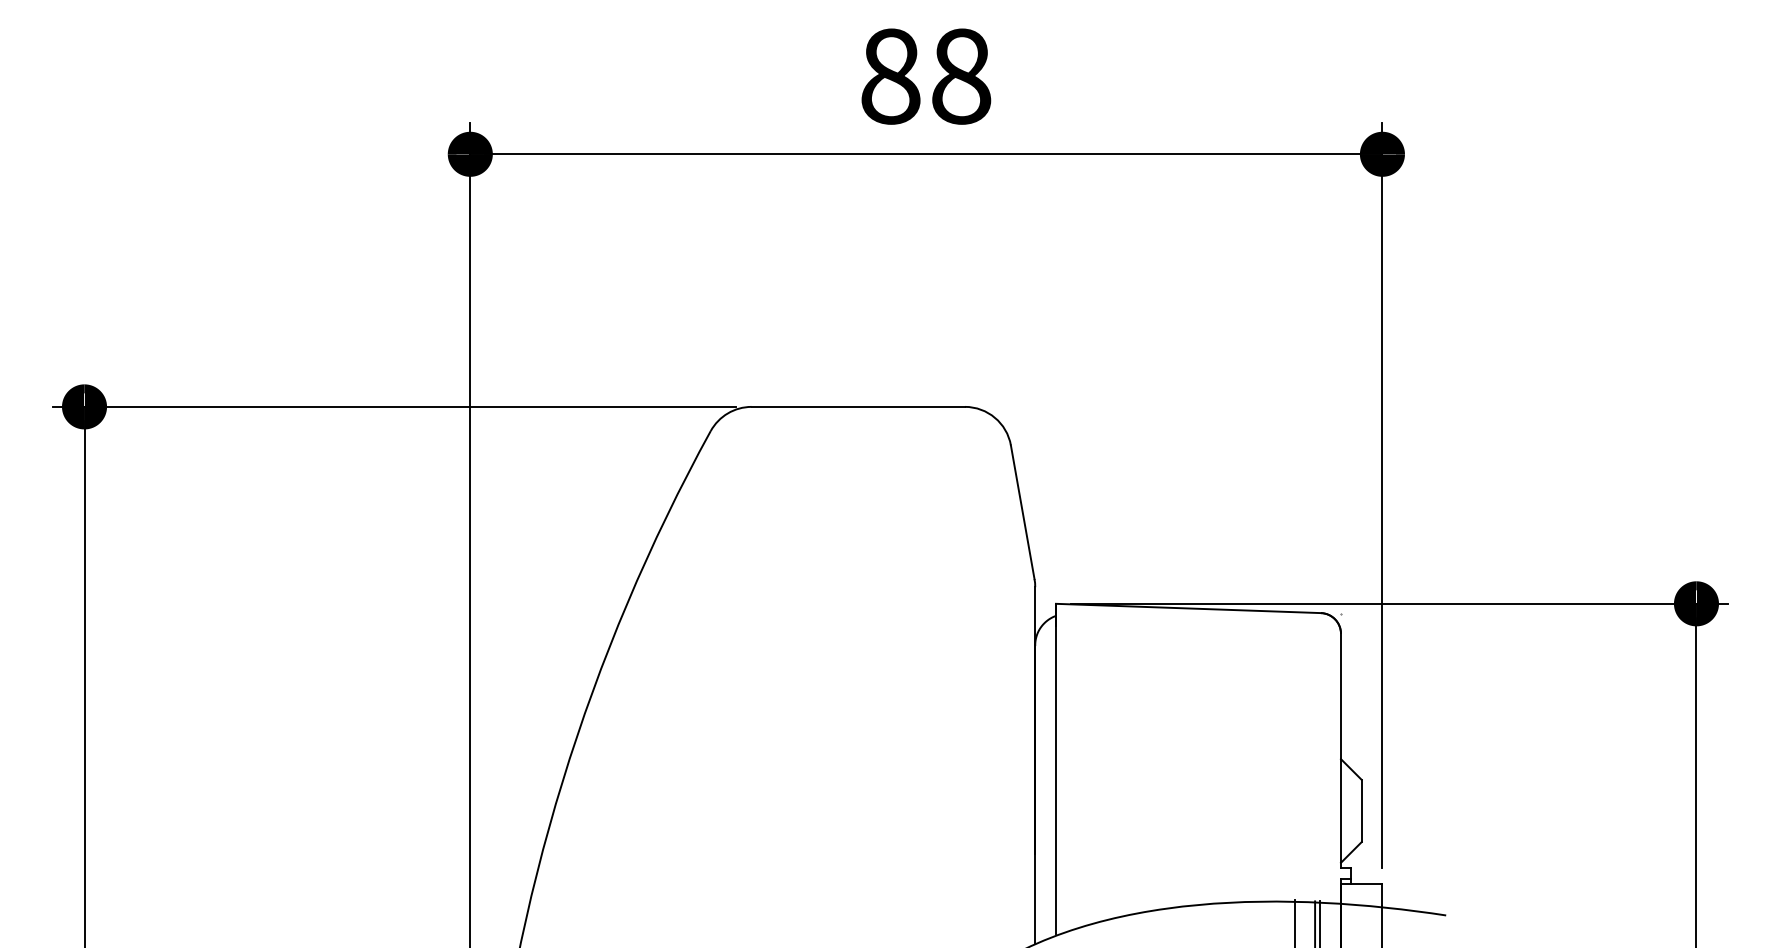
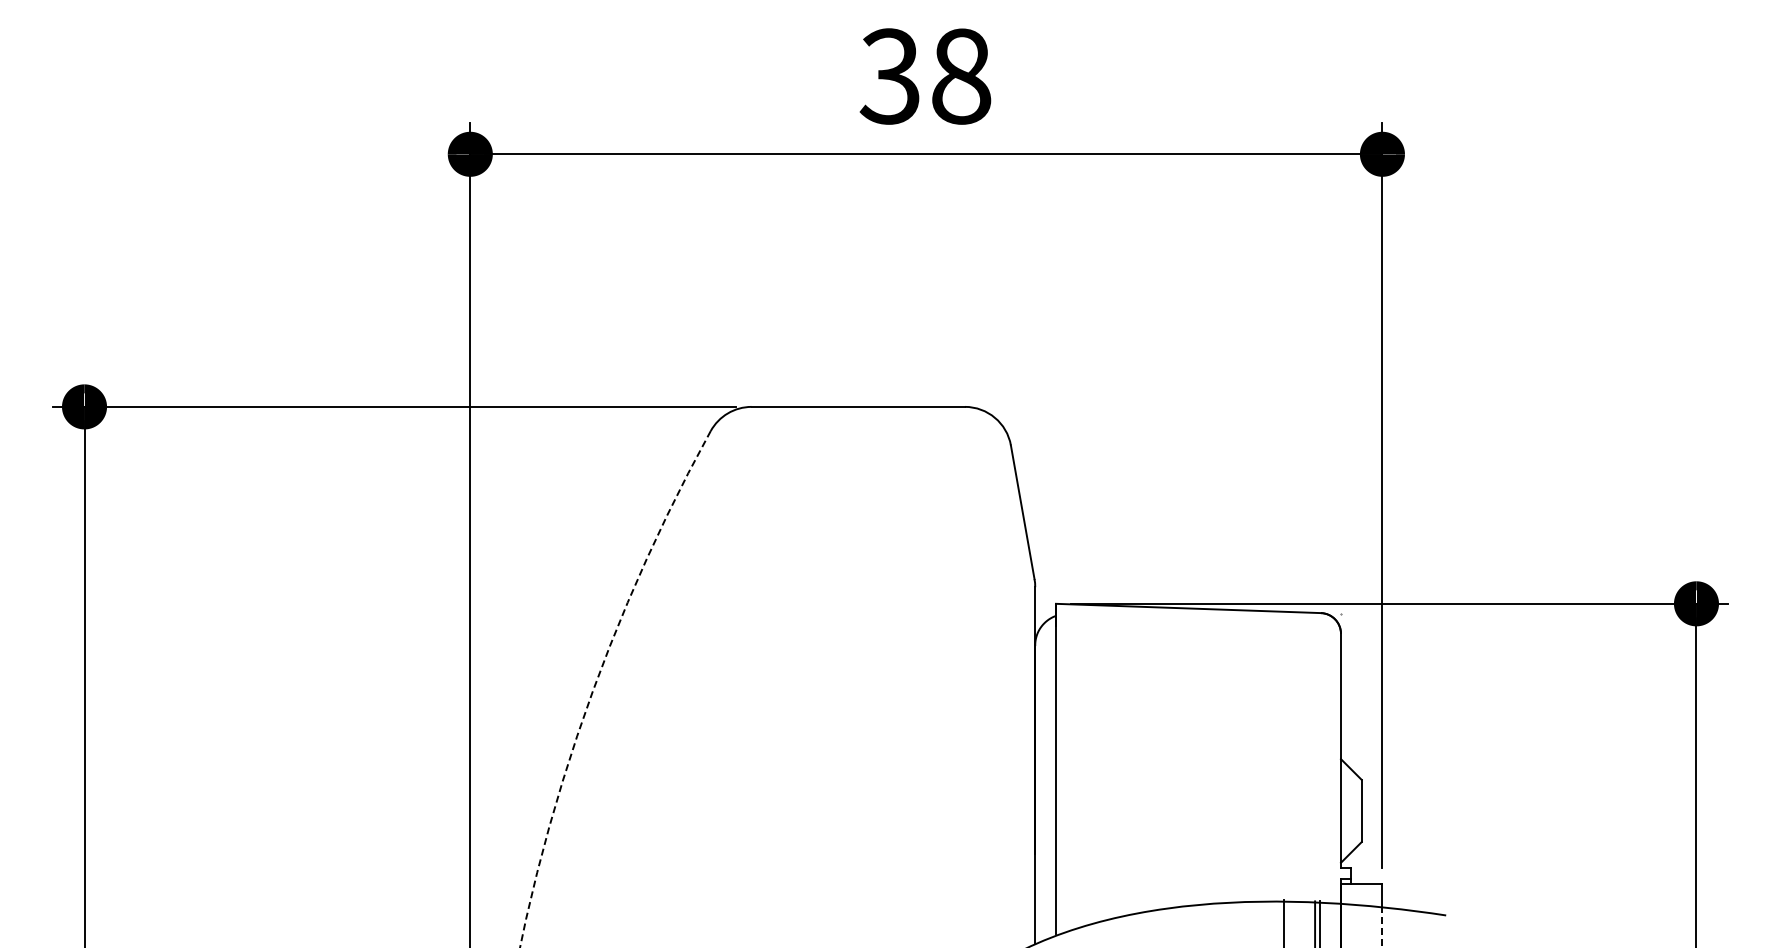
text at (889, 76): 88 -> 38
arc at (596, 682): solid -> dashed
line at (1295, 921) position: (1295, 921) -> (1284, 921)
line at (1382, 926): solid -> dashed
